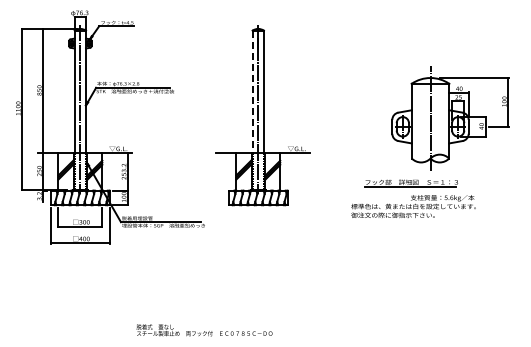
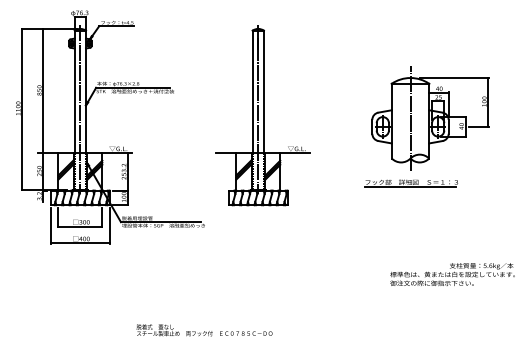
line at (252, 92): dashed -> solid
part at (450, 118) position: (450, 118) -> (430, 118)
text at (413, 206) position: (413, 206) -> (452, 274)
